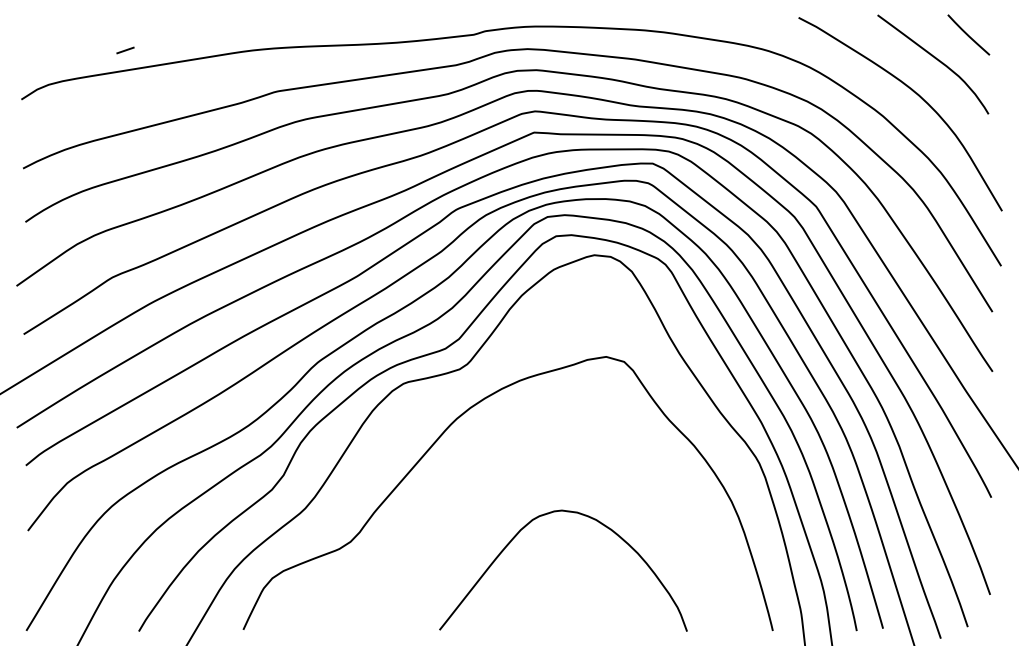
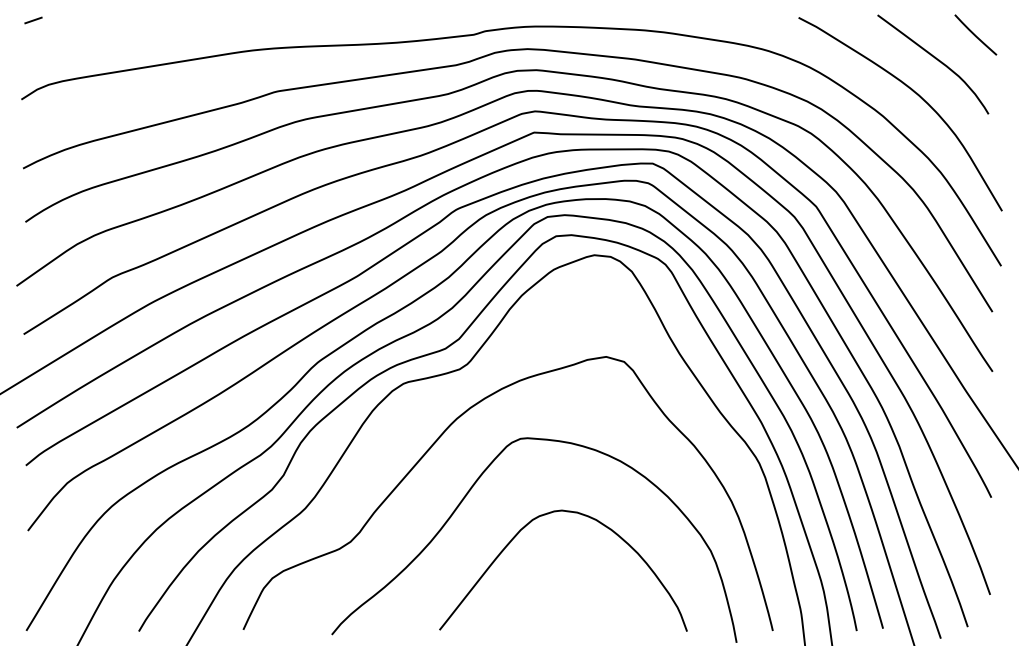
line at (968, 34) position: (968, 34) -> (975, 34)
line at (125, 50) position: (125, 50) -> (33, 20)
curve at (467, 495): none -> present
